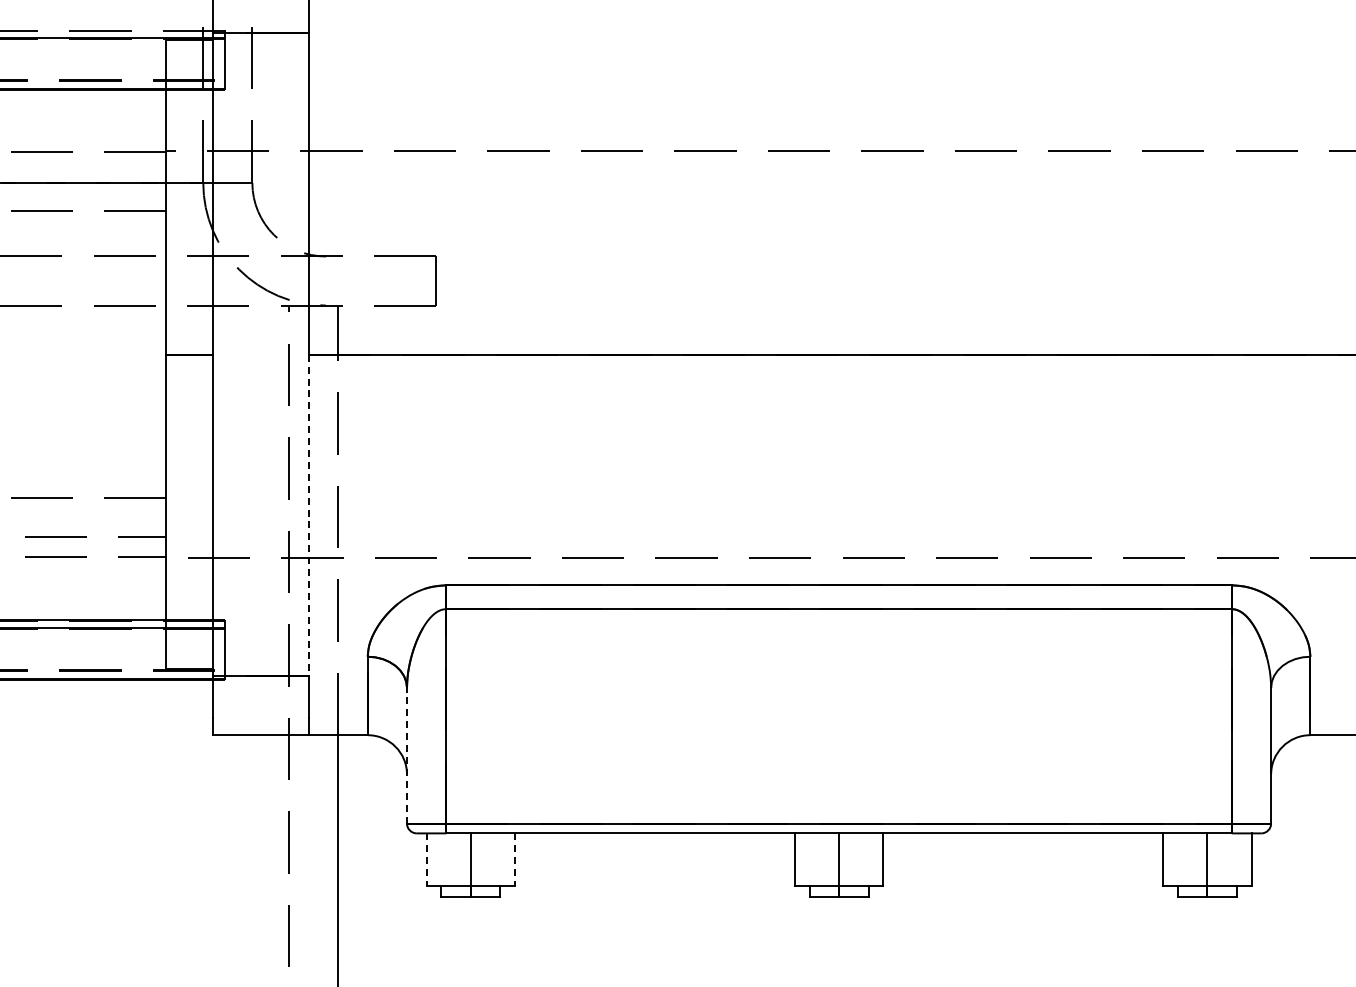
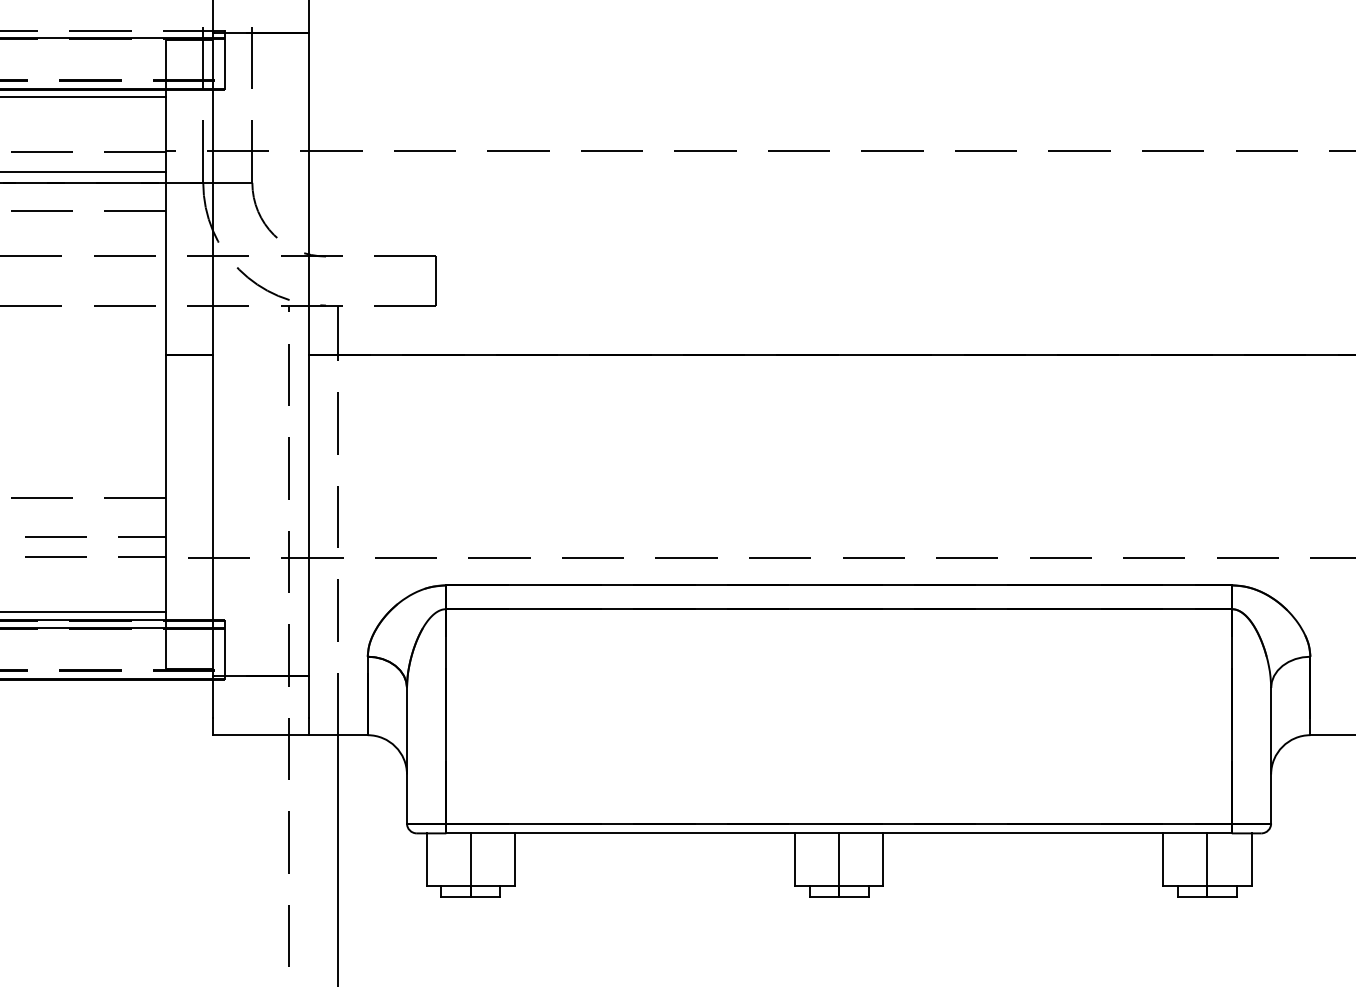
line at (84, 96): none -> present
line at (84, 172): none -> present
line at (308, 515): dashed -> solid
line at (84, 612): none -> present
line at (407, 755): dashed -> solid
line at (426, 859): dashed -> solid
line at (515, 859): dashed -> solid
